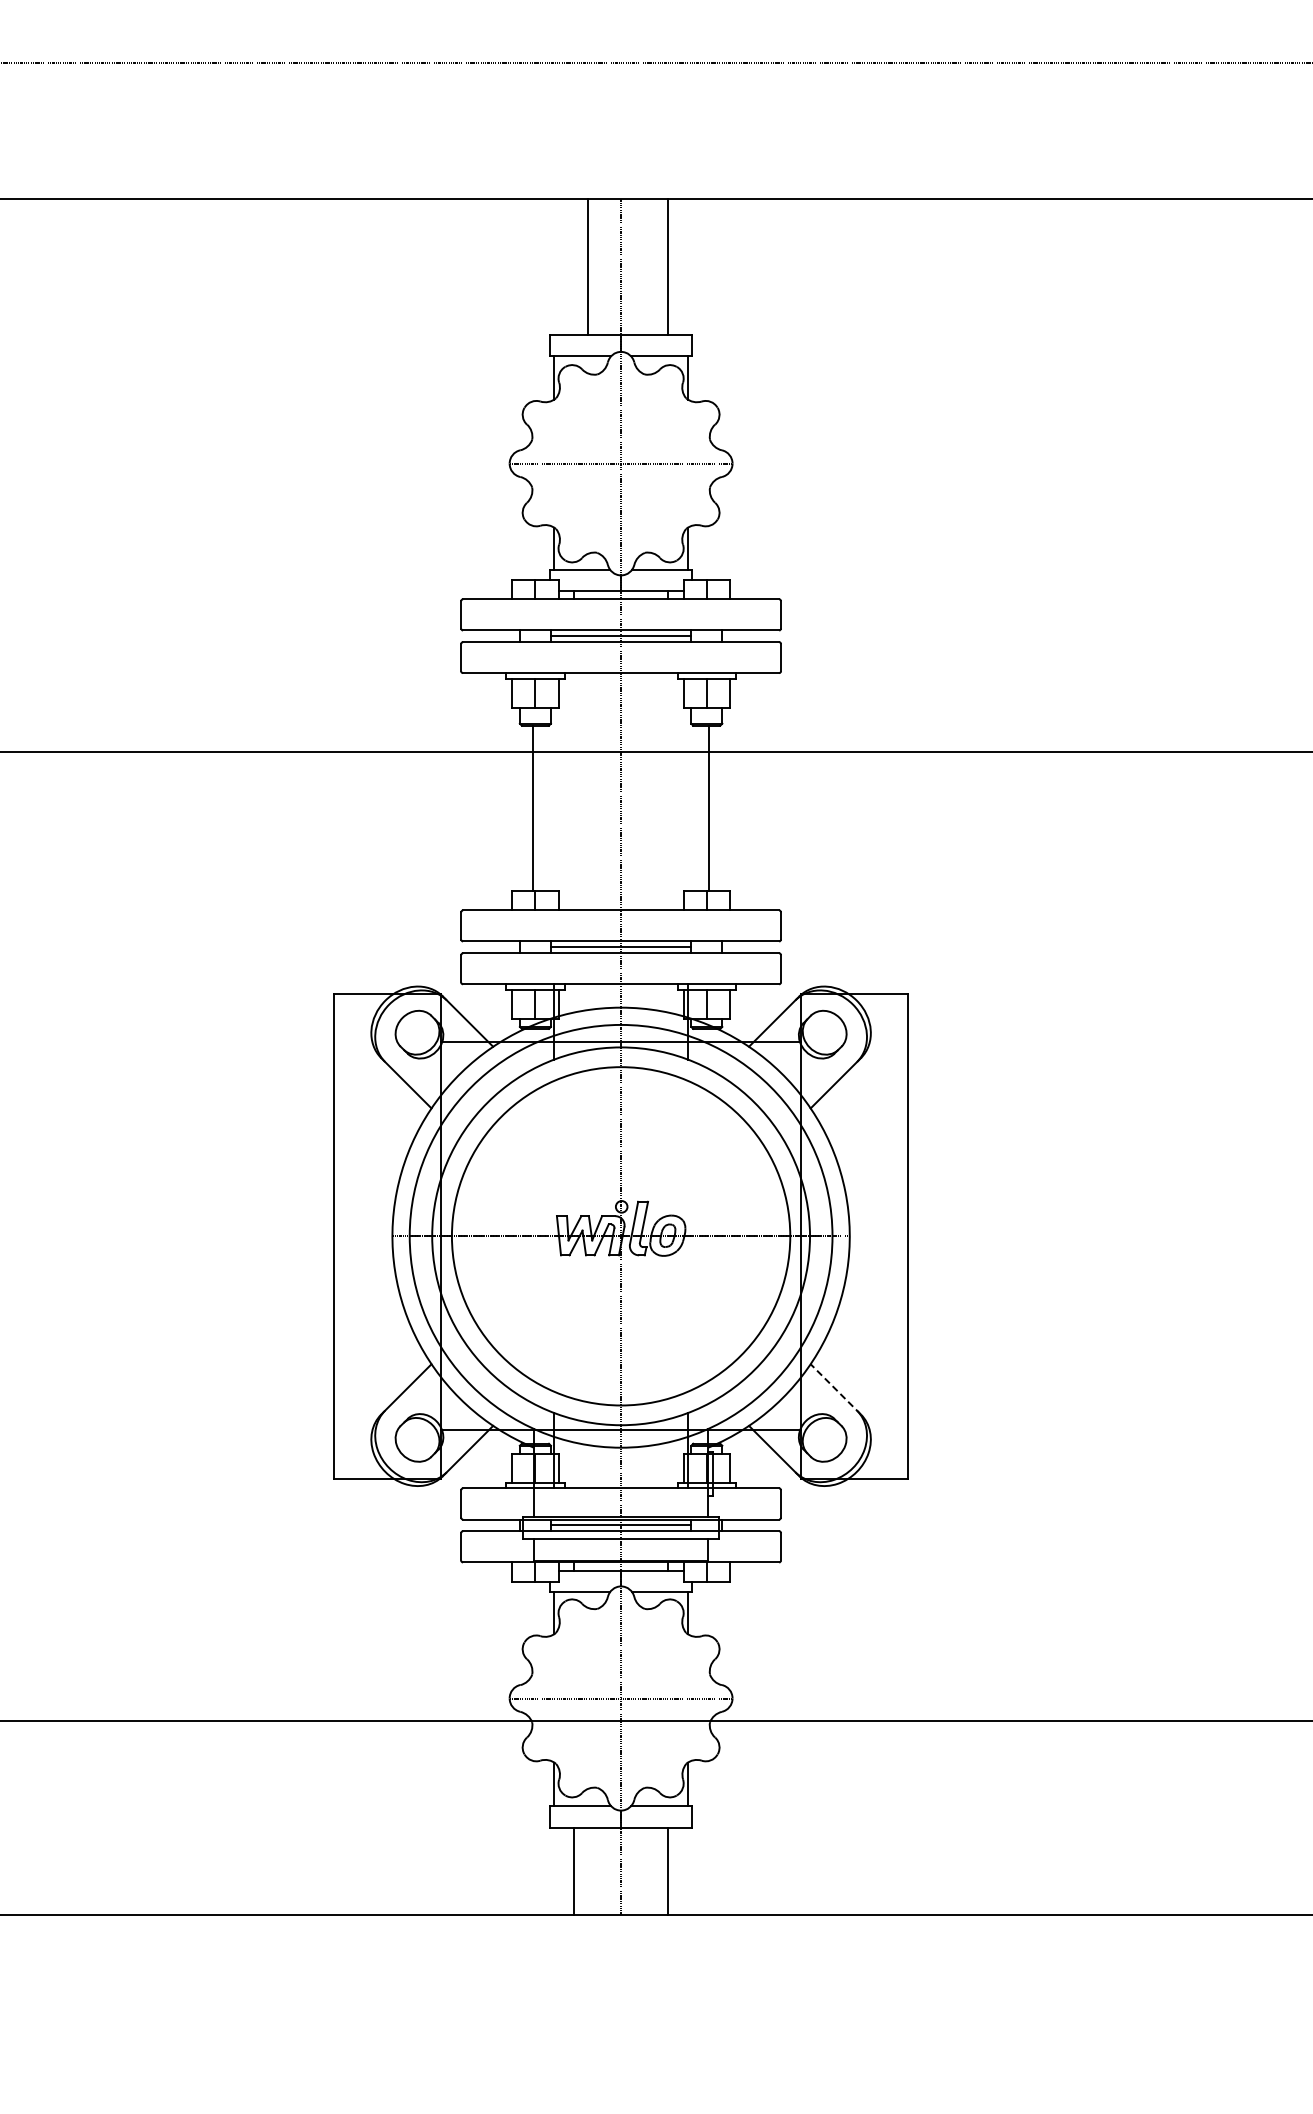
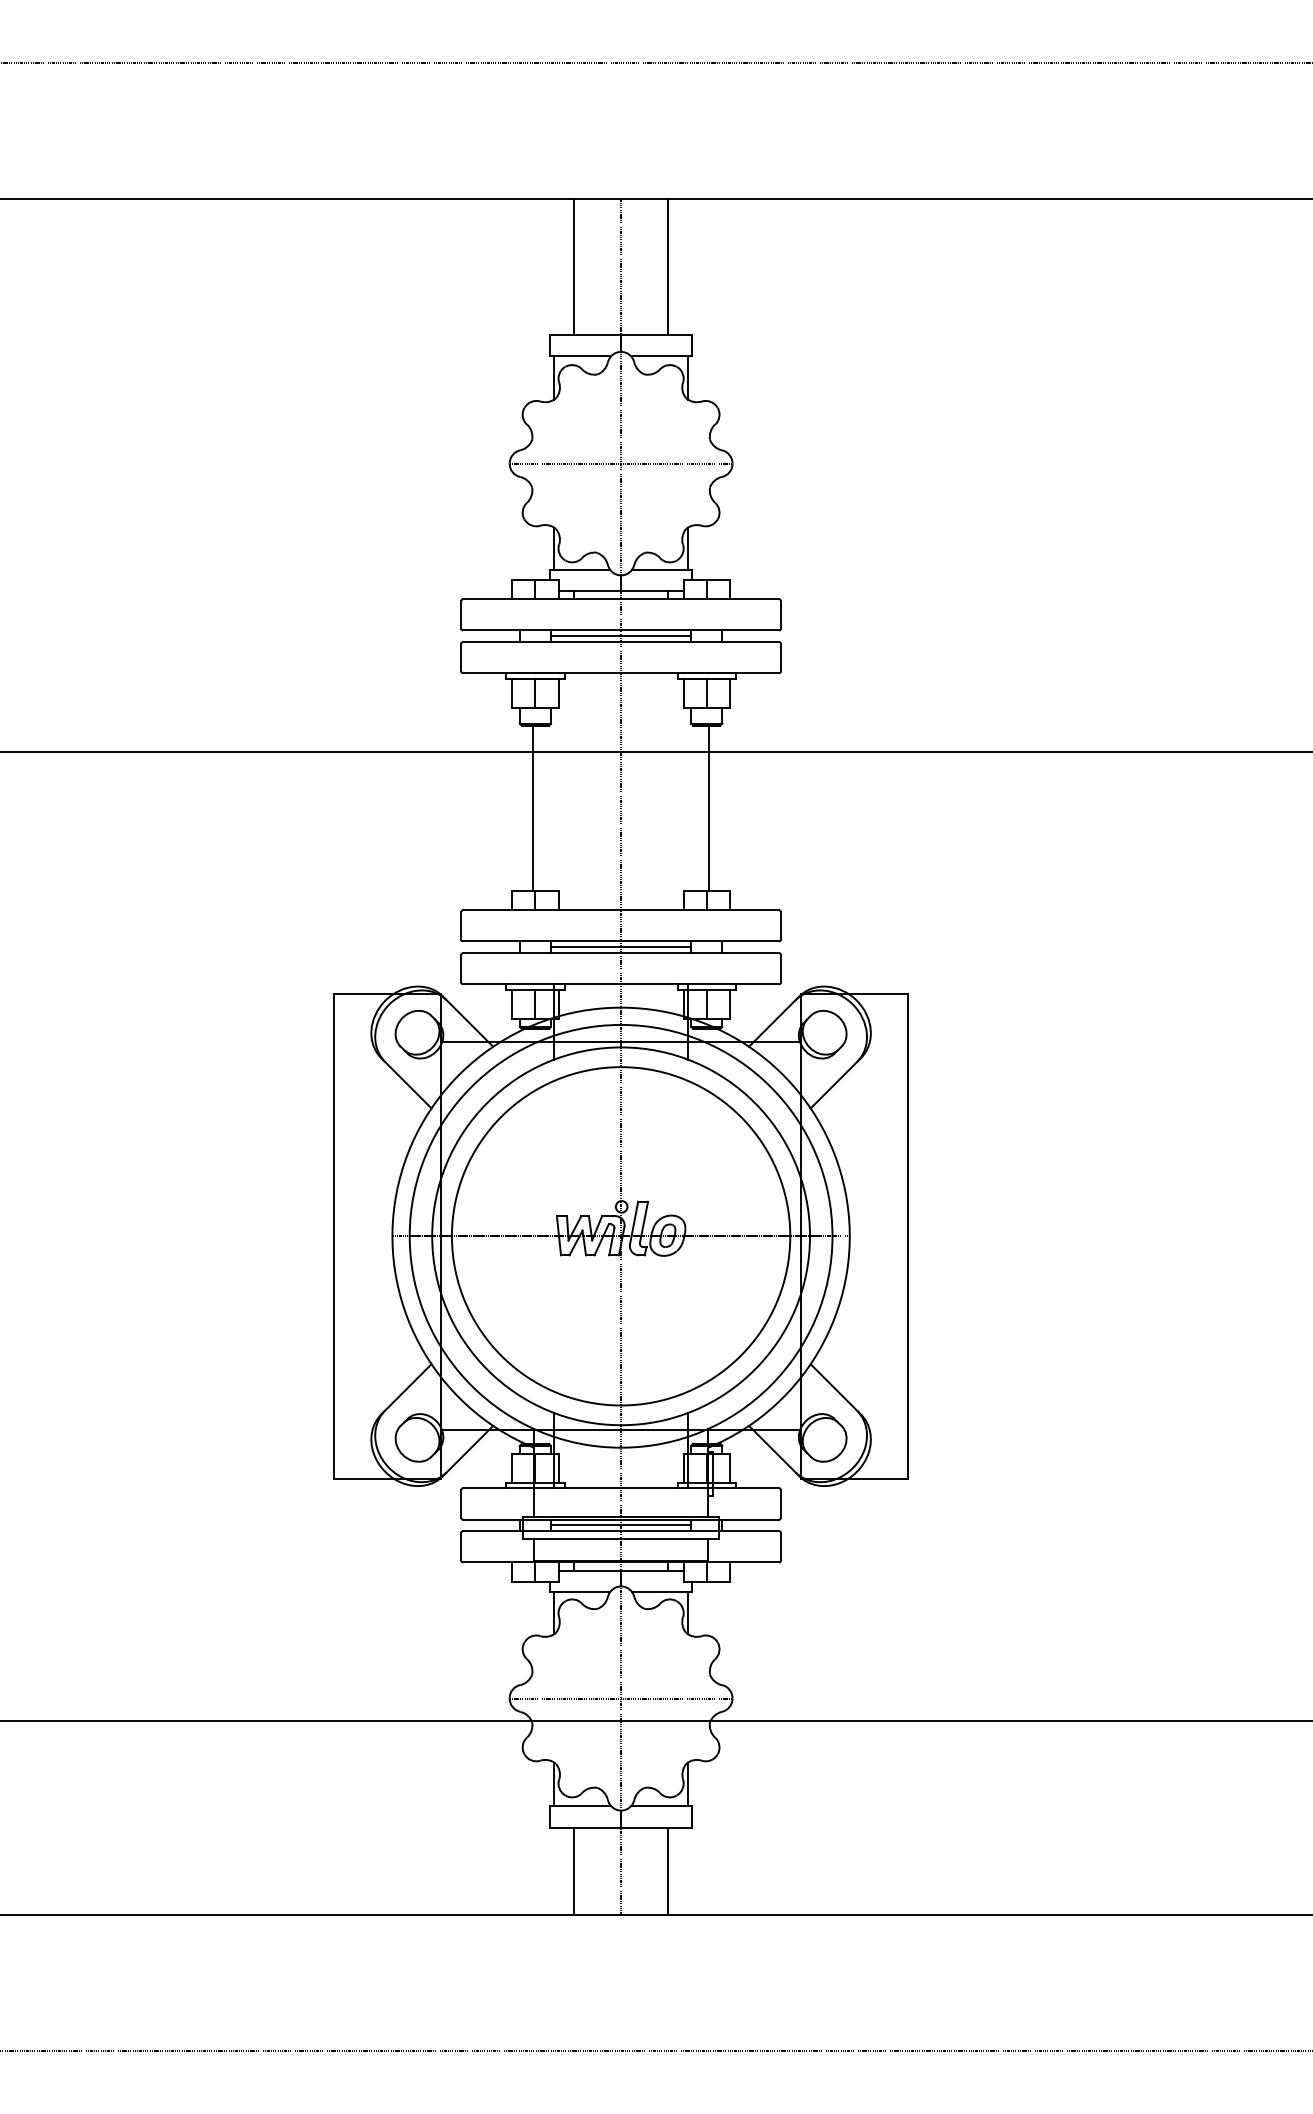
line at (588, 266) position: (588, 266) -> (574, 266)
line at (835, 1389): dashed -> solid
line at (655, 2050): none -> present
